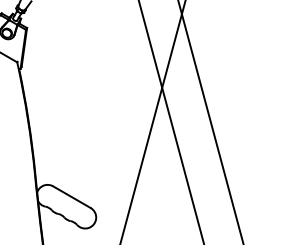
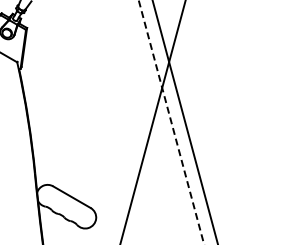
line at (210, 121) position: (210, 121) -> (185, 121)
line at (171, 123): solid -> dashed
